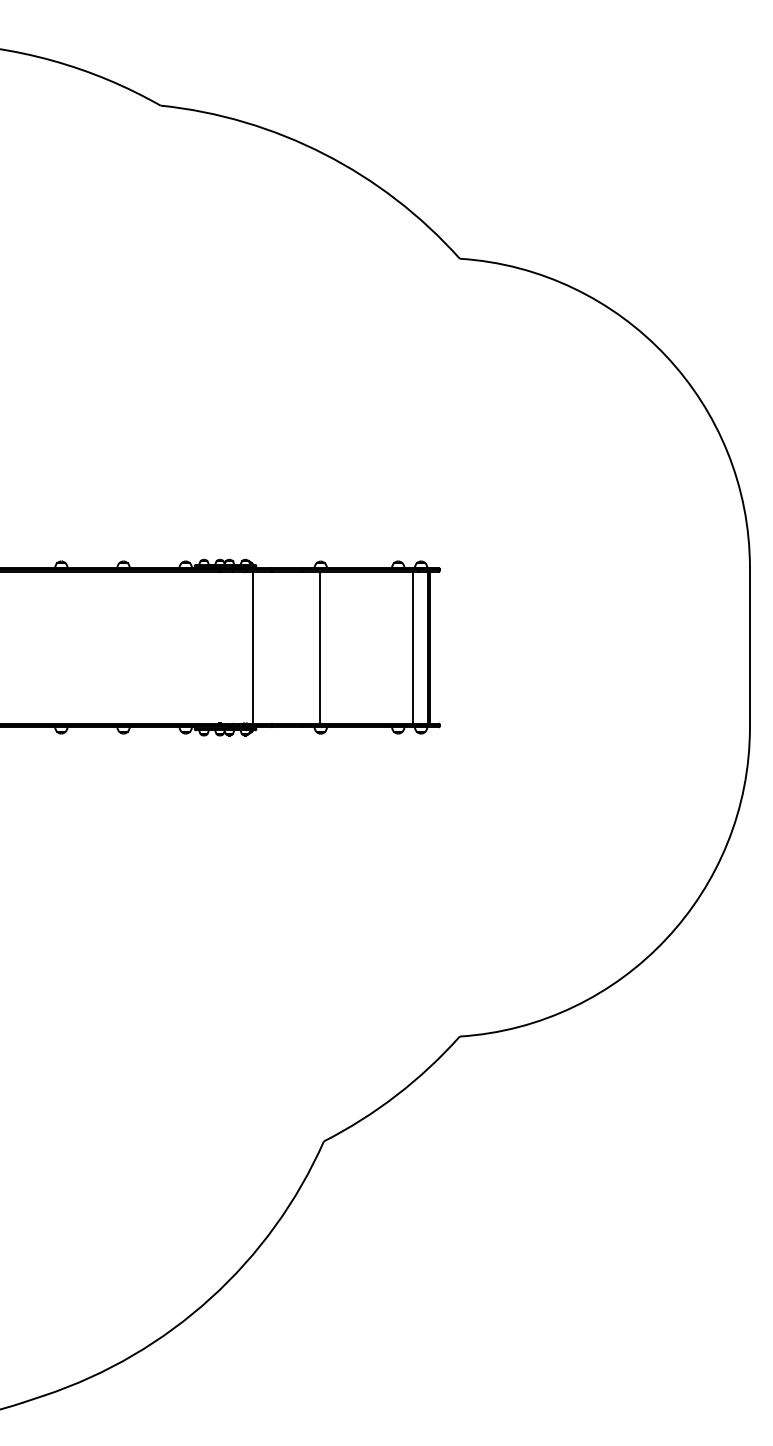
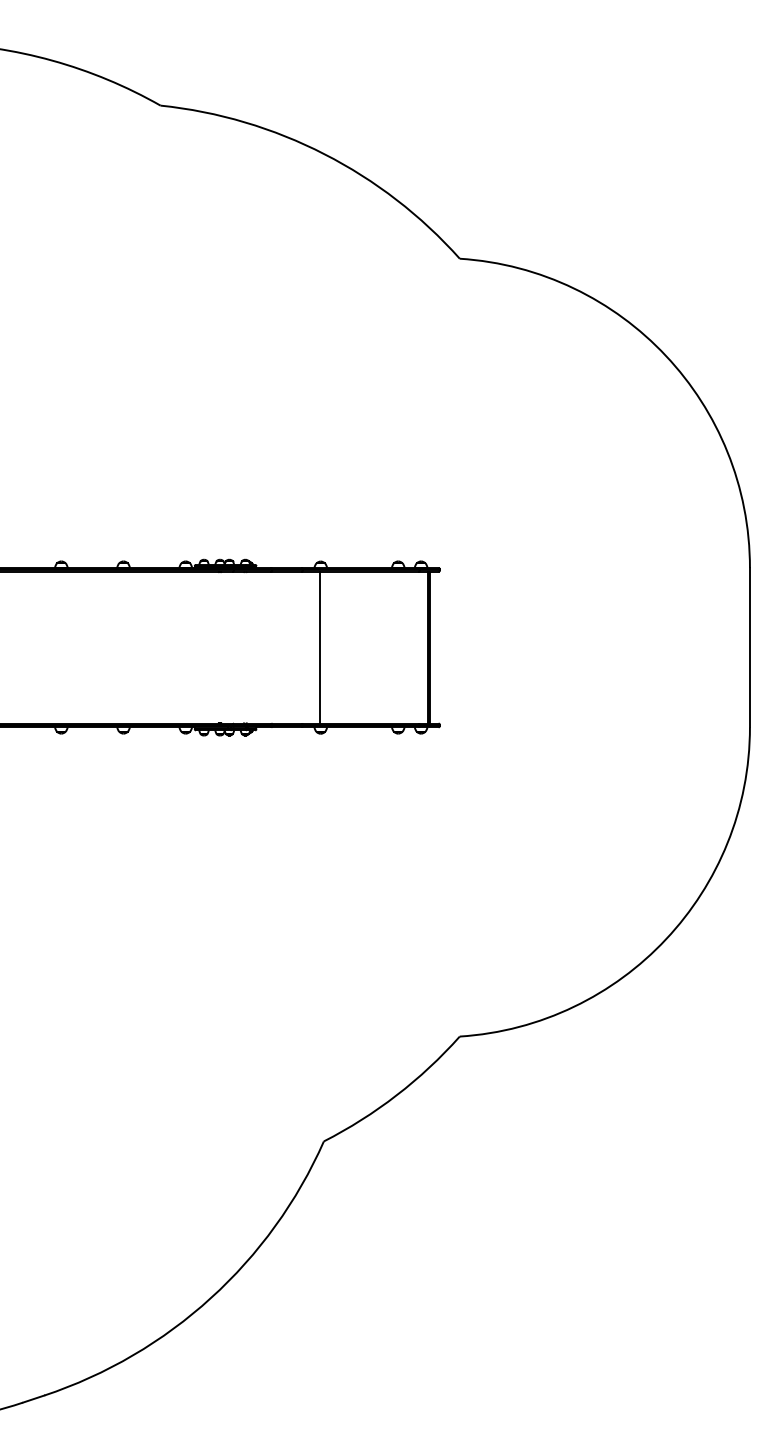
line at (252, 647): present -> none
line at (412, 647): present -> none
